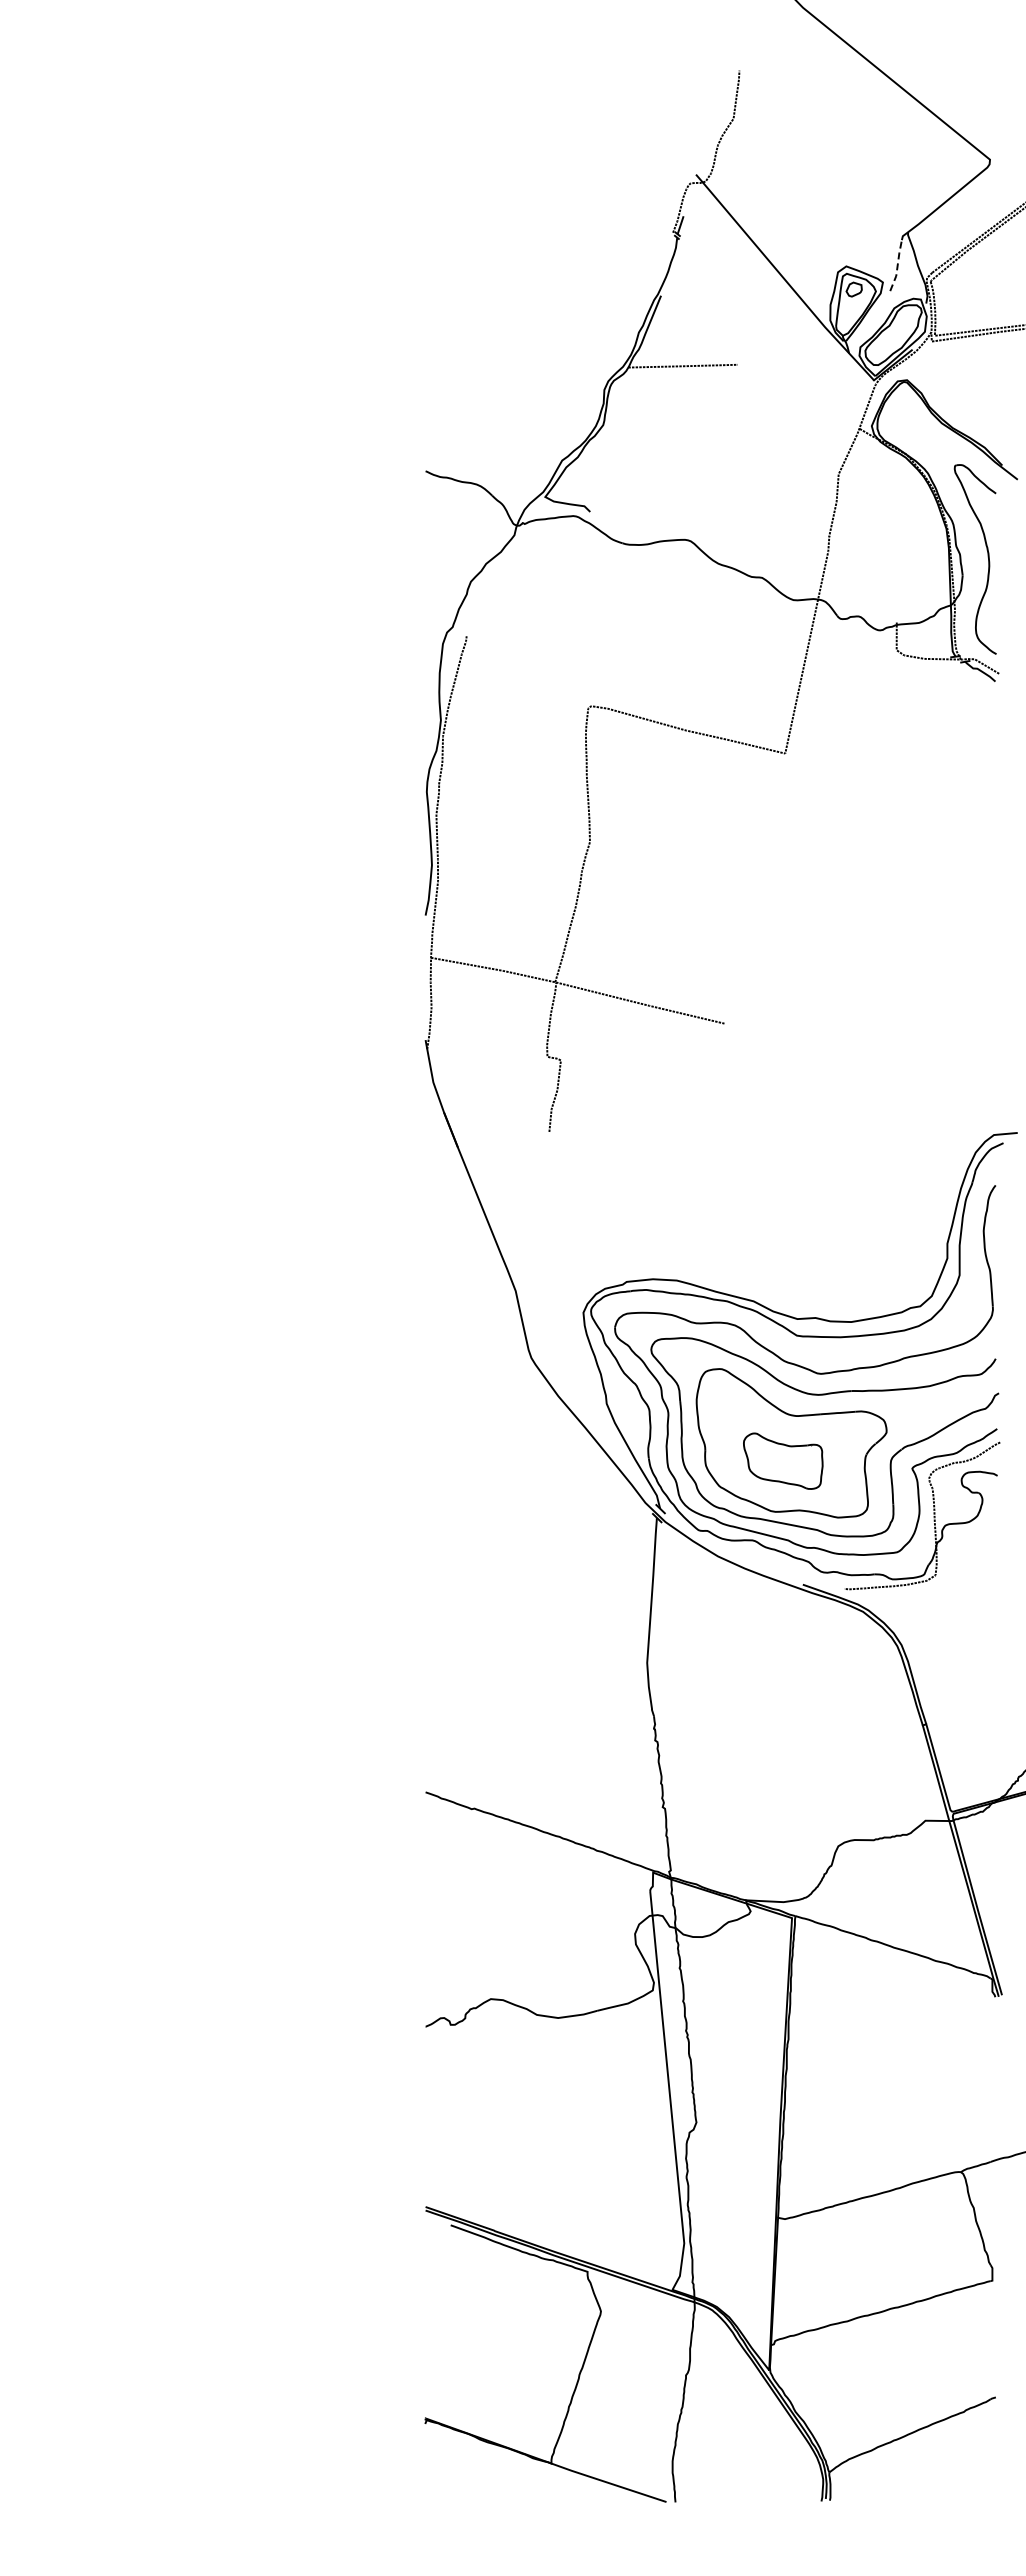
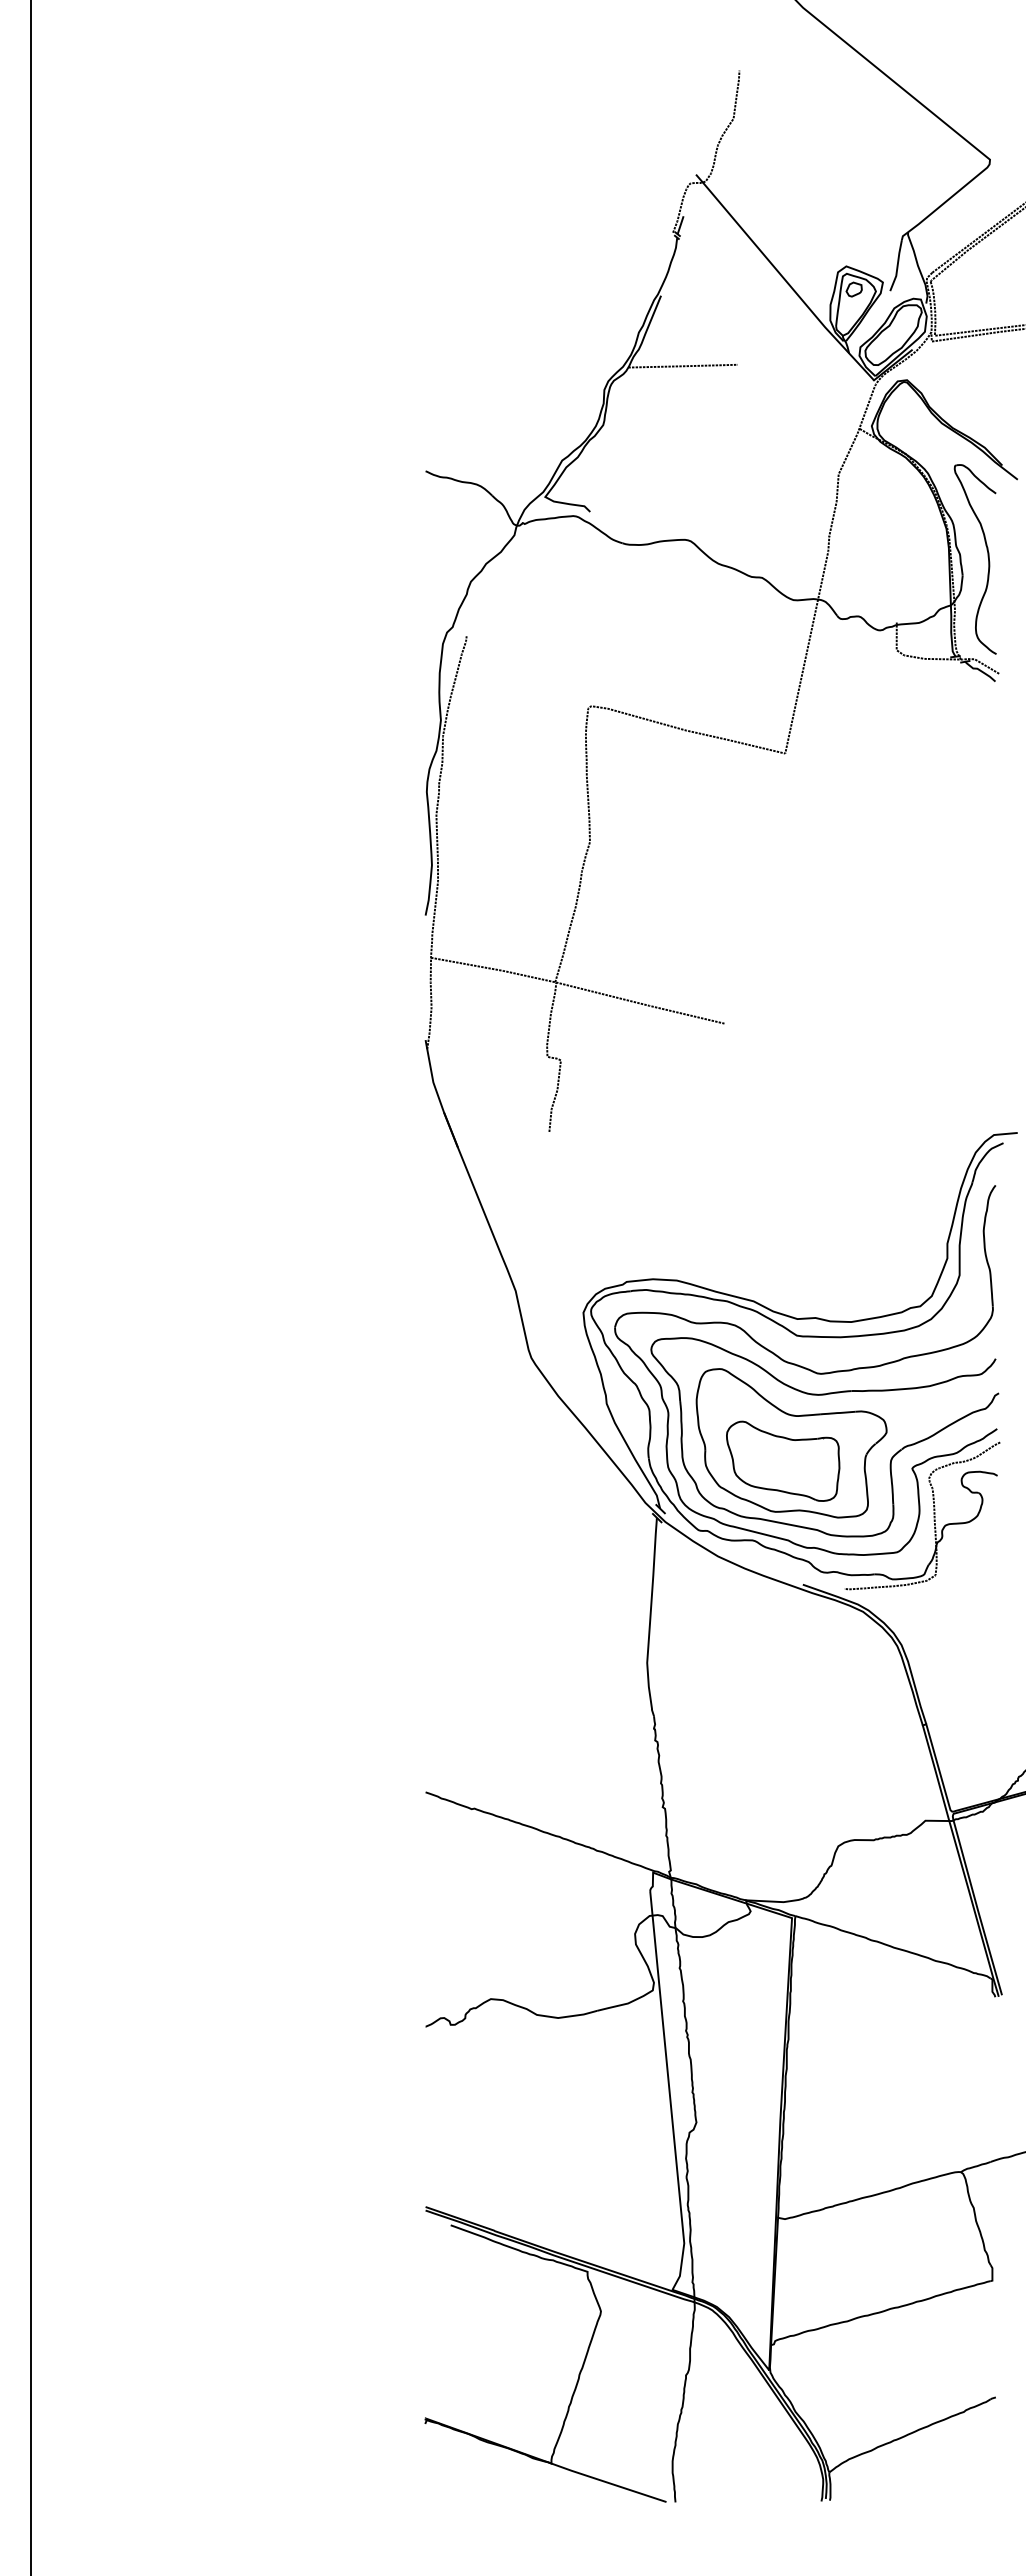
line at (897, 265): dashed -> solid
line at (30, 1287): none -> present
part at (783, 1460) size: 81x58 px -> 115x82 px
